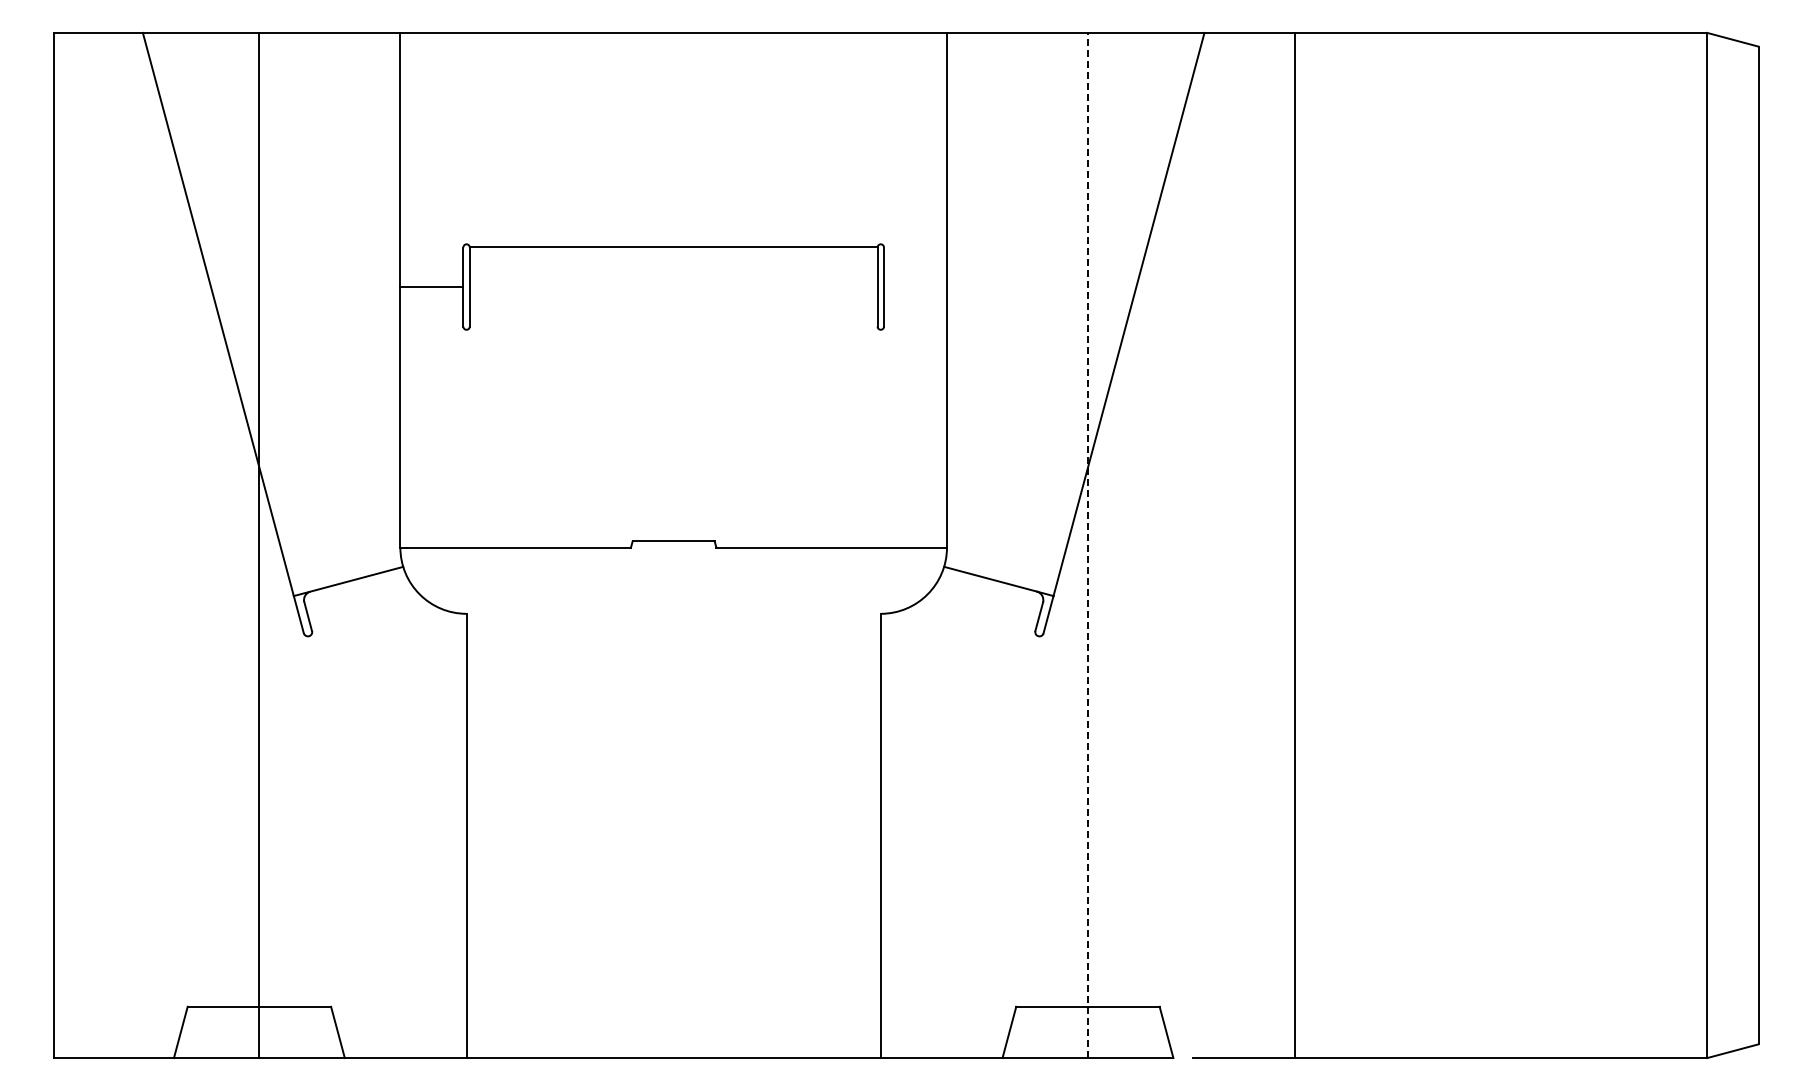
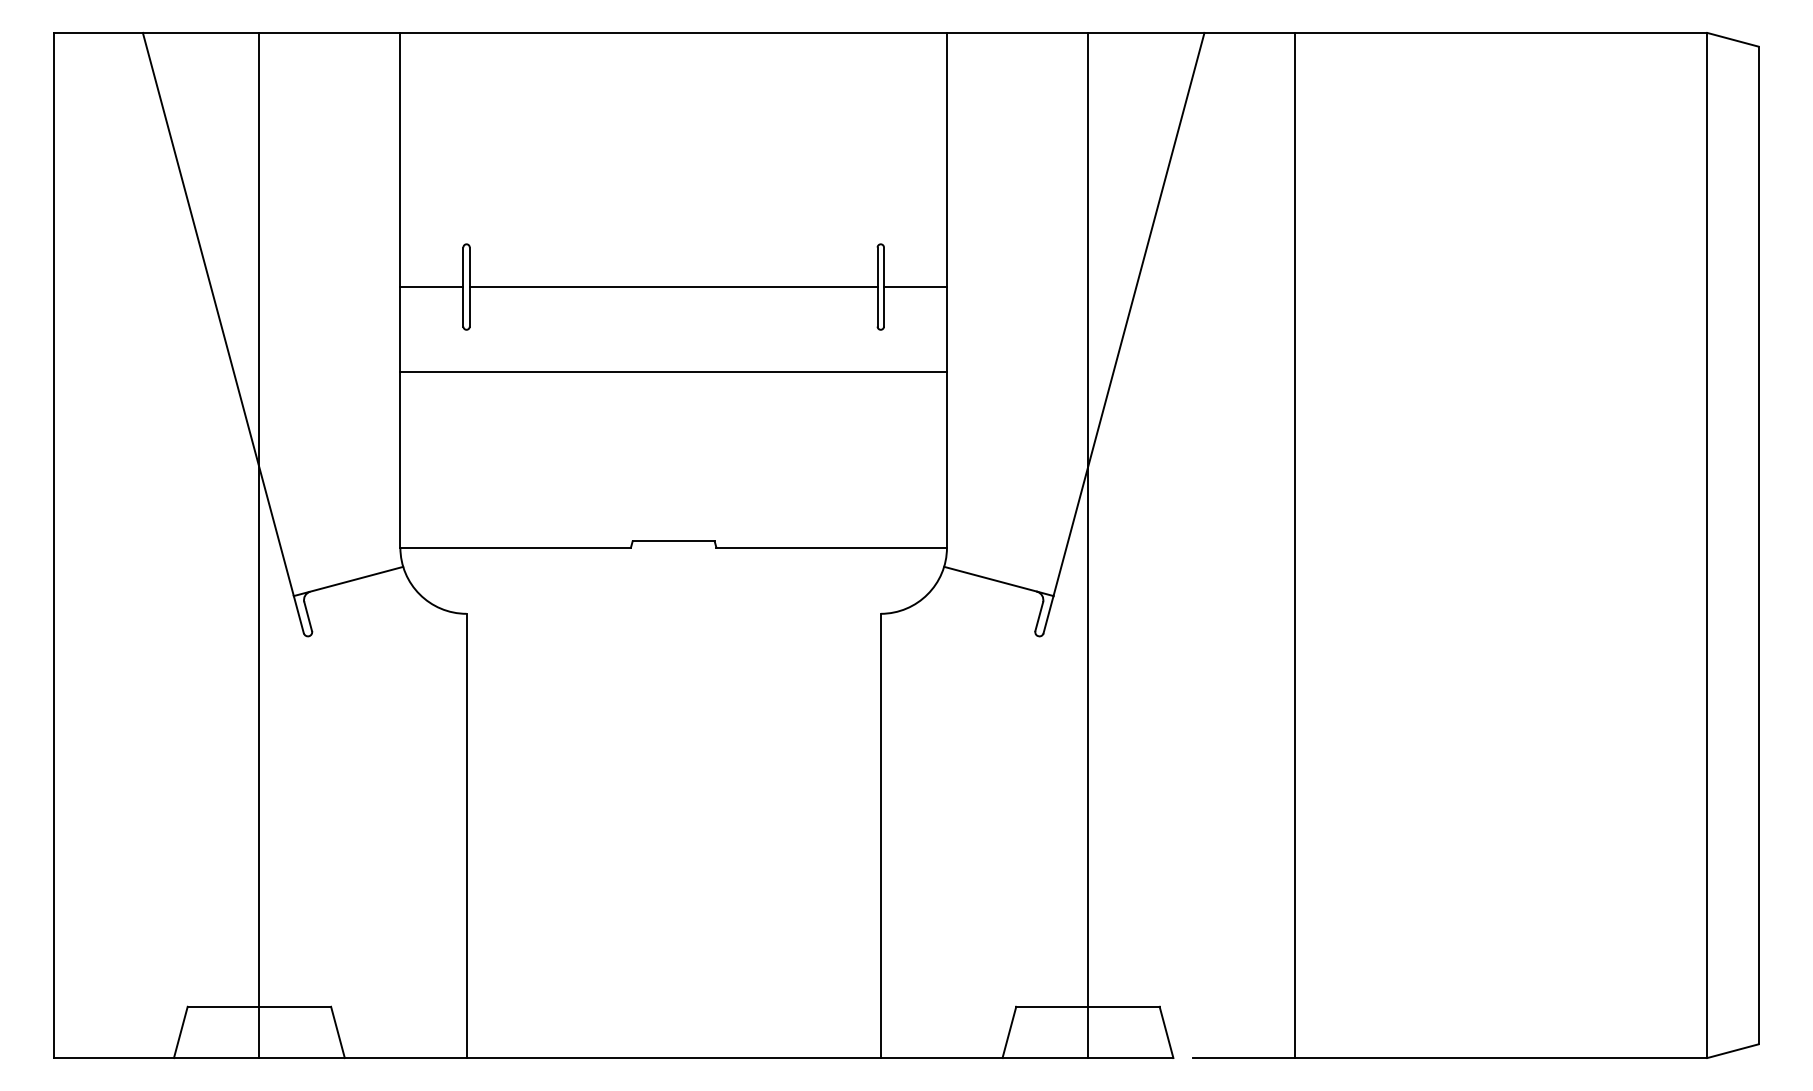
line at (673, 247) position: (673, 247) -> (673, 287)
line at (915, 287): none -> present
line at (673, 372): none -> present
line at (1087, 545): dashed -> solid
